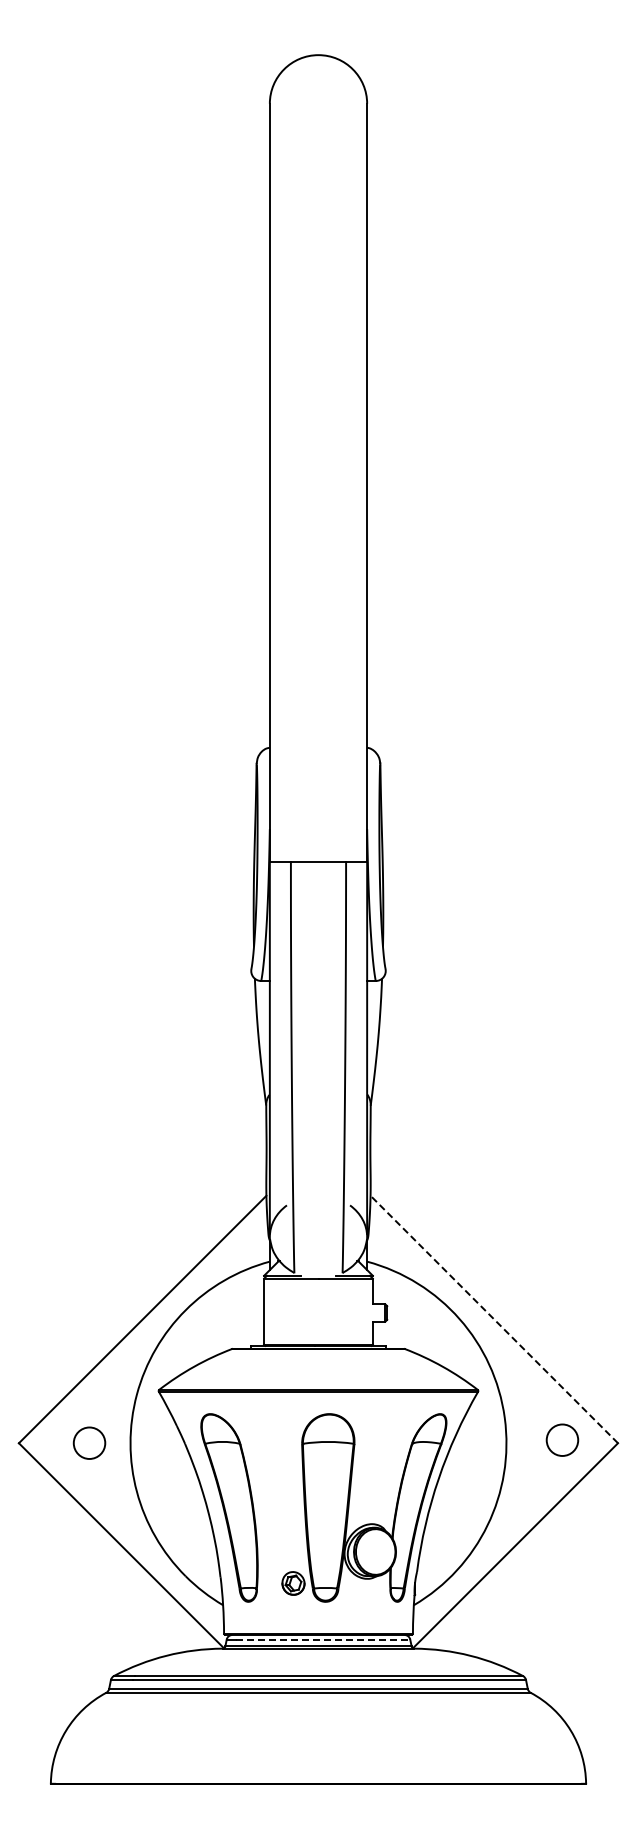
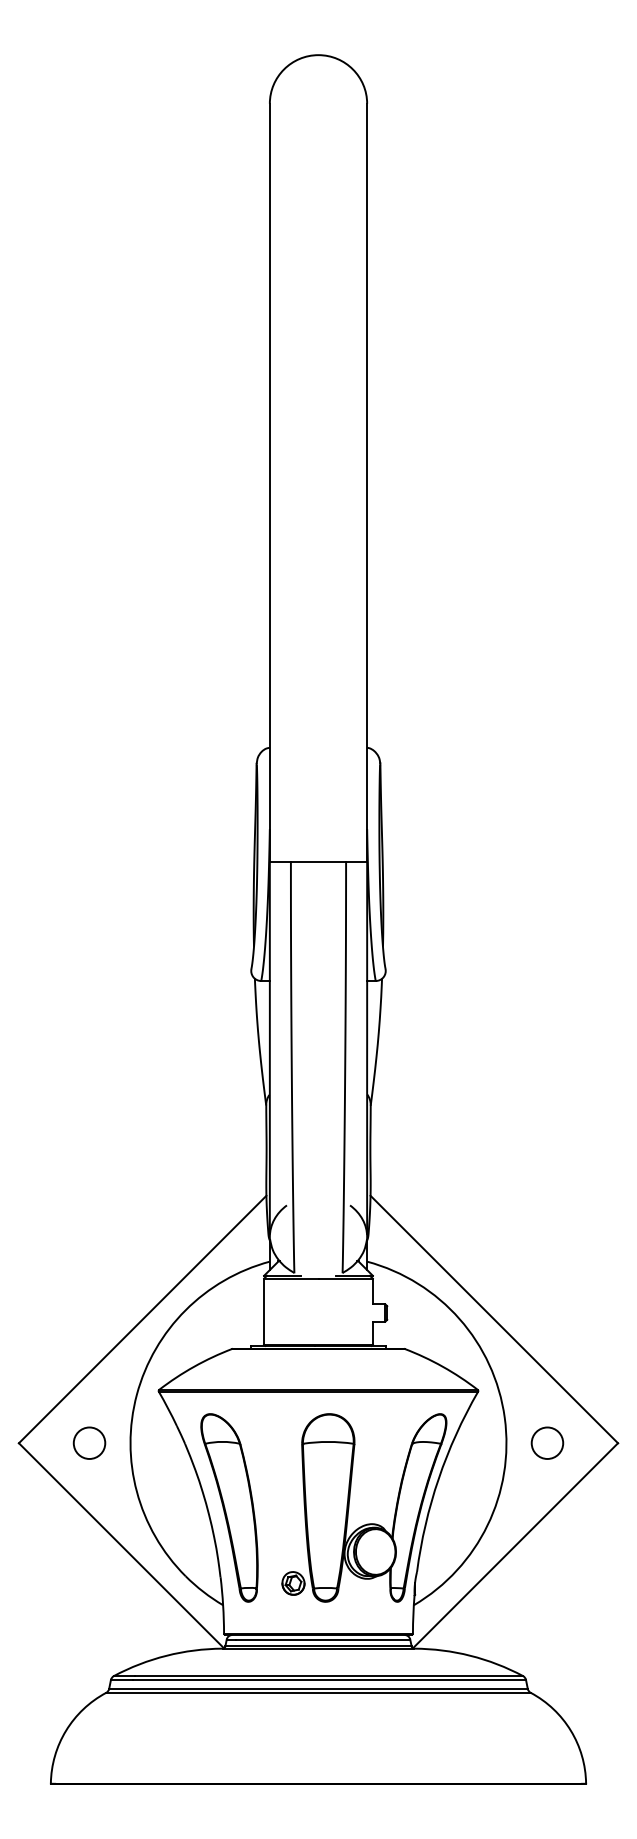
line at (494, 1319): dashed -> solid
circle at (562, 1439) position: (562, 1439) -> (547, 1442)
line at (323, 1639): dashed -> solid
